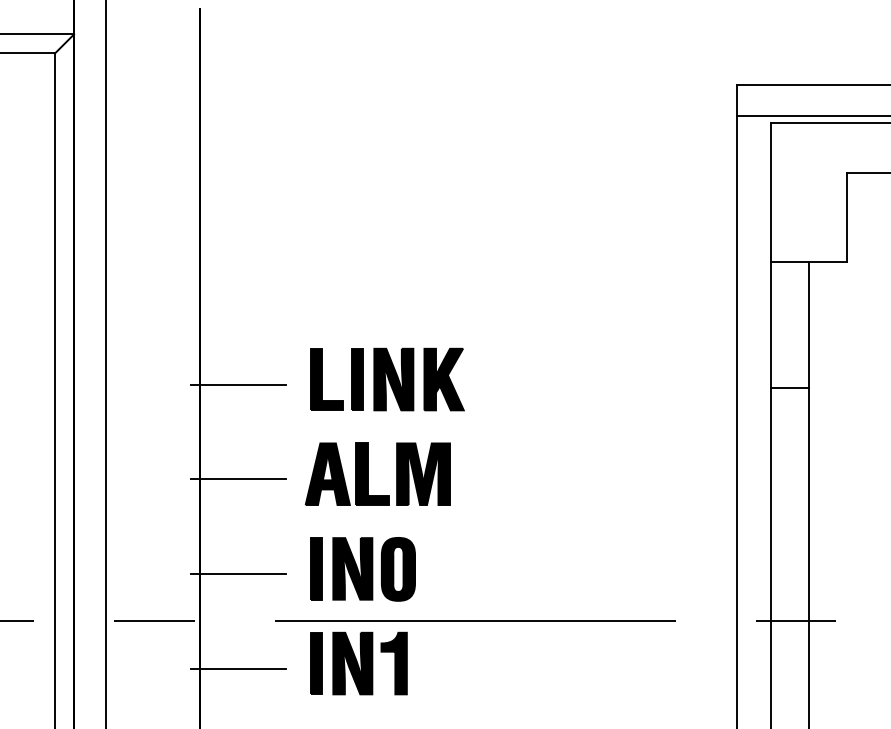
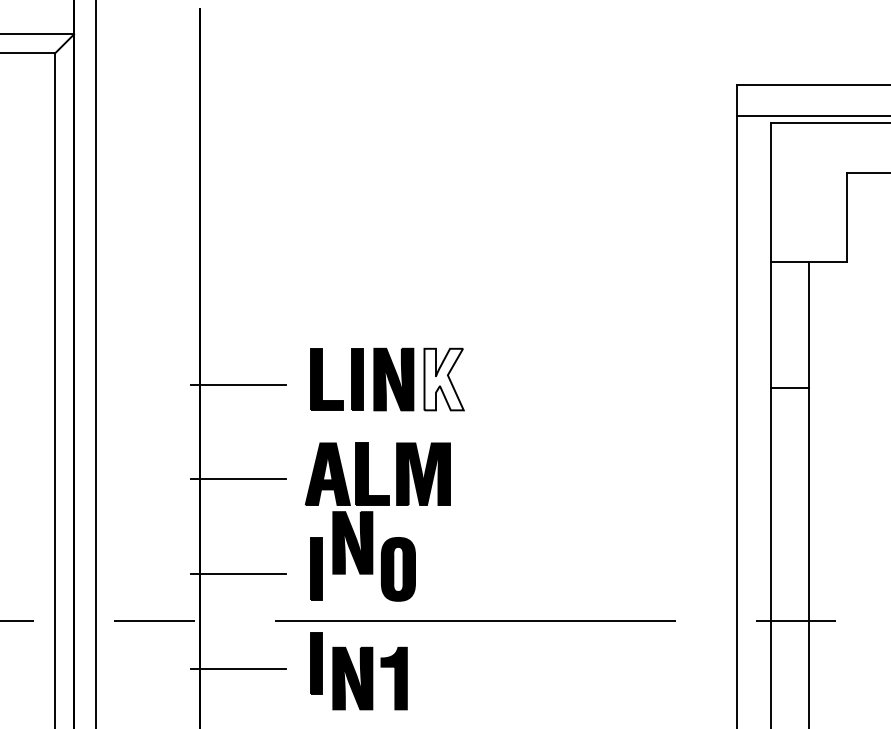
line at (105, 363) position: (105, 363) -> (95, 363)
fill at (443, 379): present -> none
part at (352, 568) position: (352, 568) -> (352, 542)
part at (369, 663) position: (369, 663) -> (369, 678)
